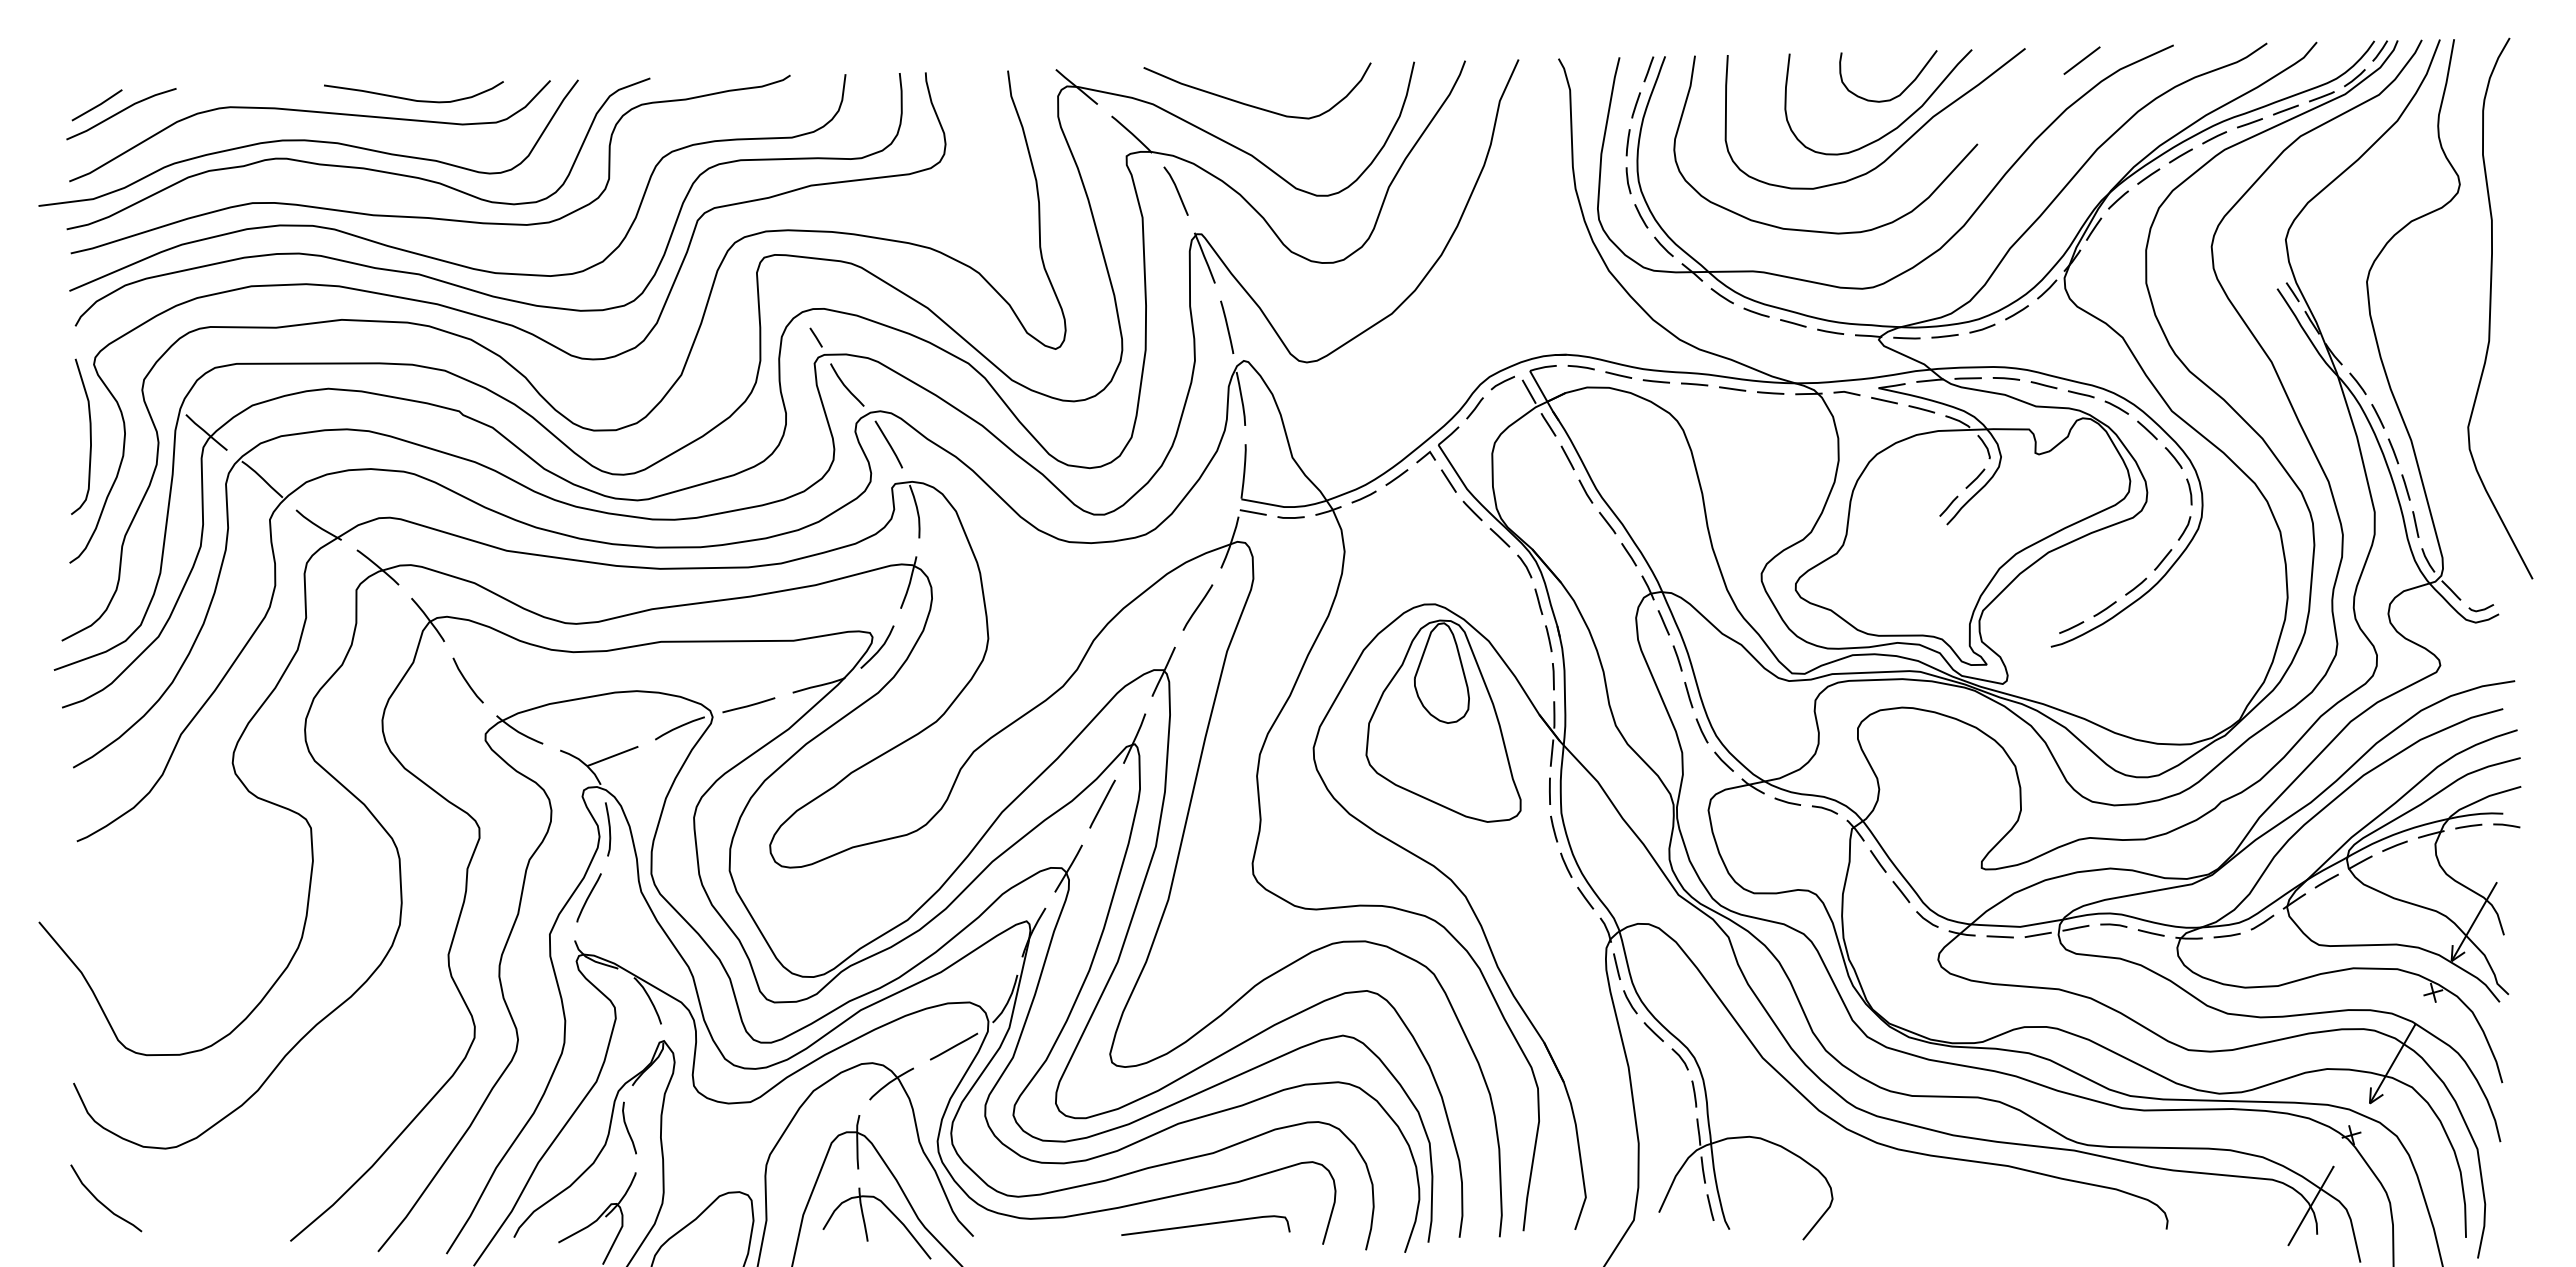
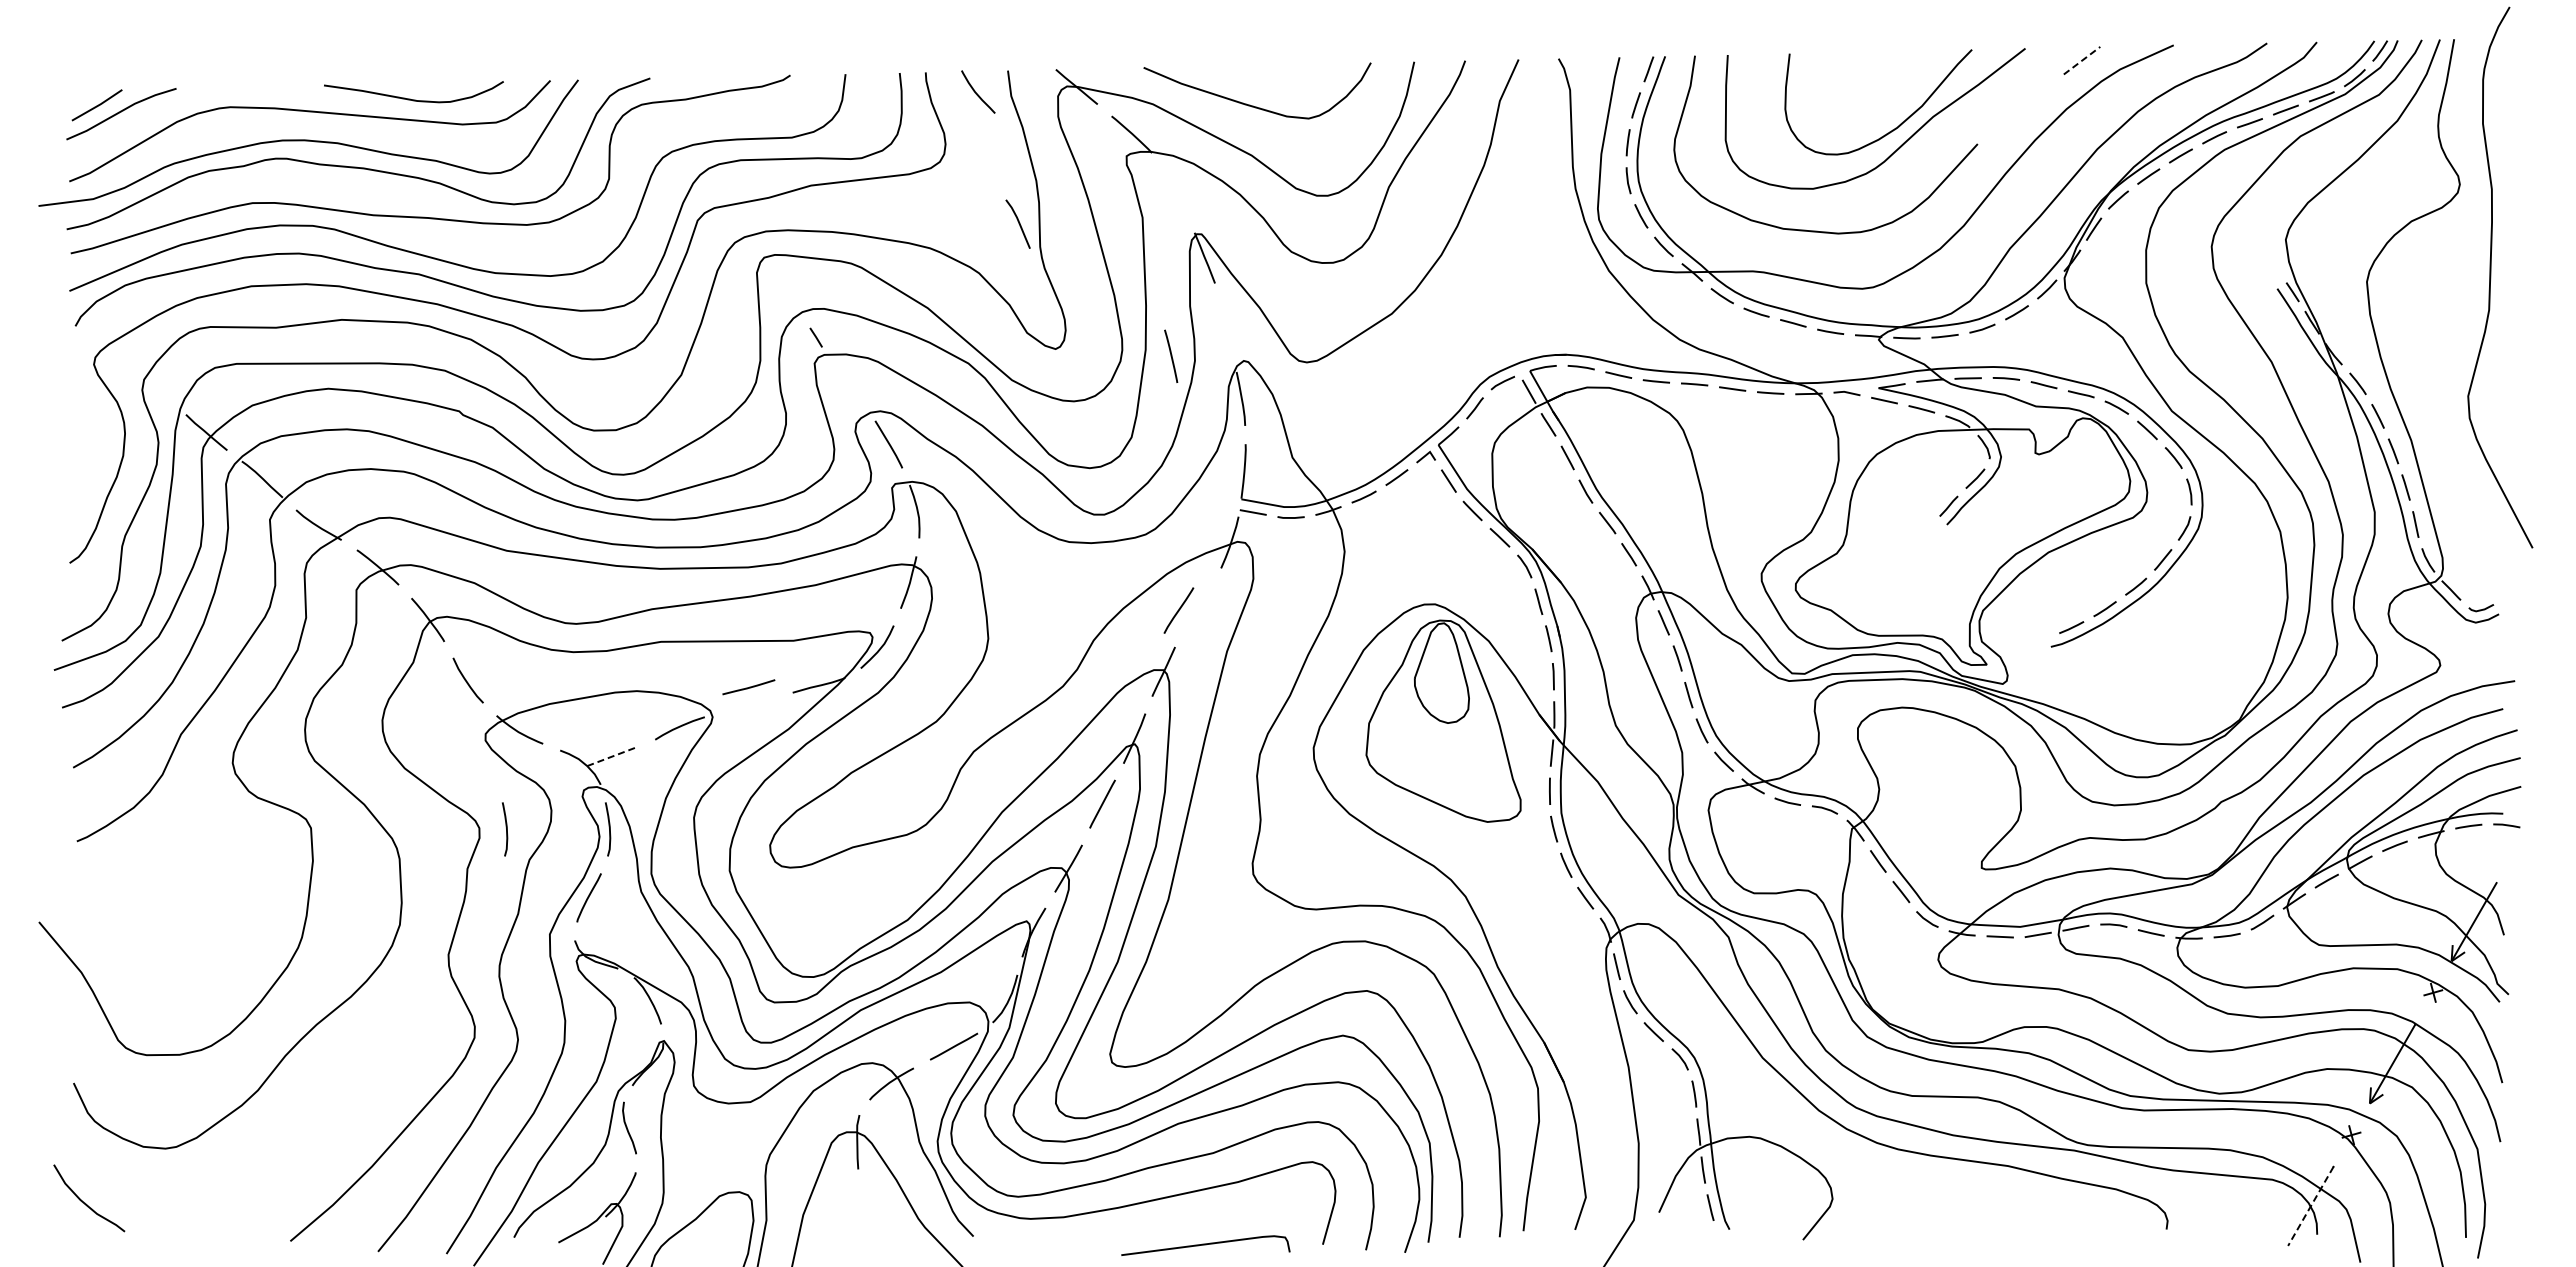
line at (2082, 60): solid -> dashed
curve at (1903, 90): present -> none
curve at (1176, 190) position: (1176, 190) -> (1018, 223)
curve at (2491, 308) position: (2491, 308) -> (2491, 277)
line at (1227, 326) position: (1227, 326) -> (1171, 355)
curve at (845, 385) position: (845, 385) -> (976, 92)
curve at (89, 435): present -> none
line at (1197, 607) position: (1197, 607) -> (1178, 610)
line at (748, 705) position: (748, 705) -> (748, 687)
line at (613, 756): solid -> dashed
curve at (506, 829): none -> present
curve at (102, 1202) position: (102, 1202) -> (85, 1202)
line at (2310, 1206): solid -> dashed
curve at (1205, 1225) position: (1205, 1225) -> (1205, 1245)
part at (866, 1227): present -> none
